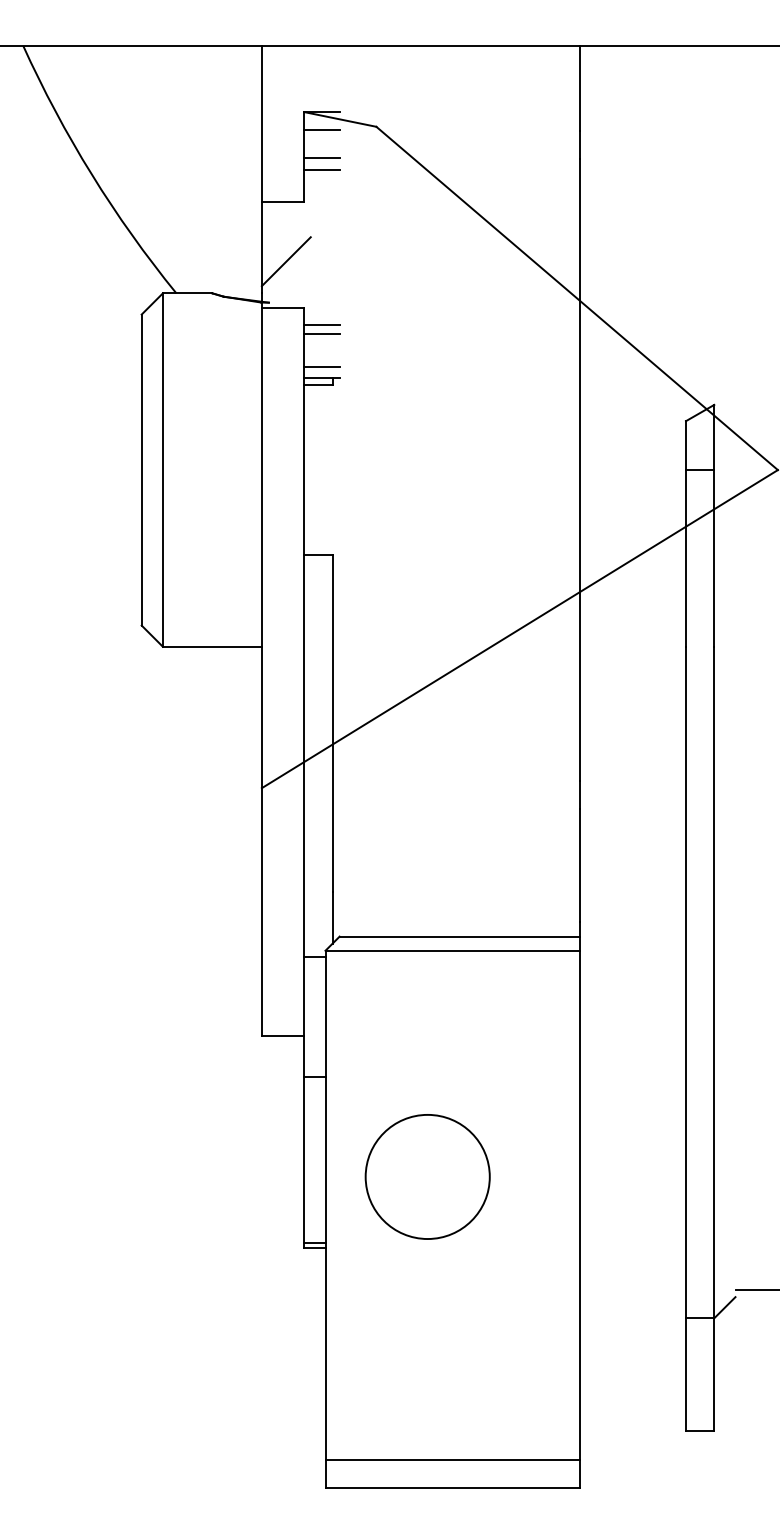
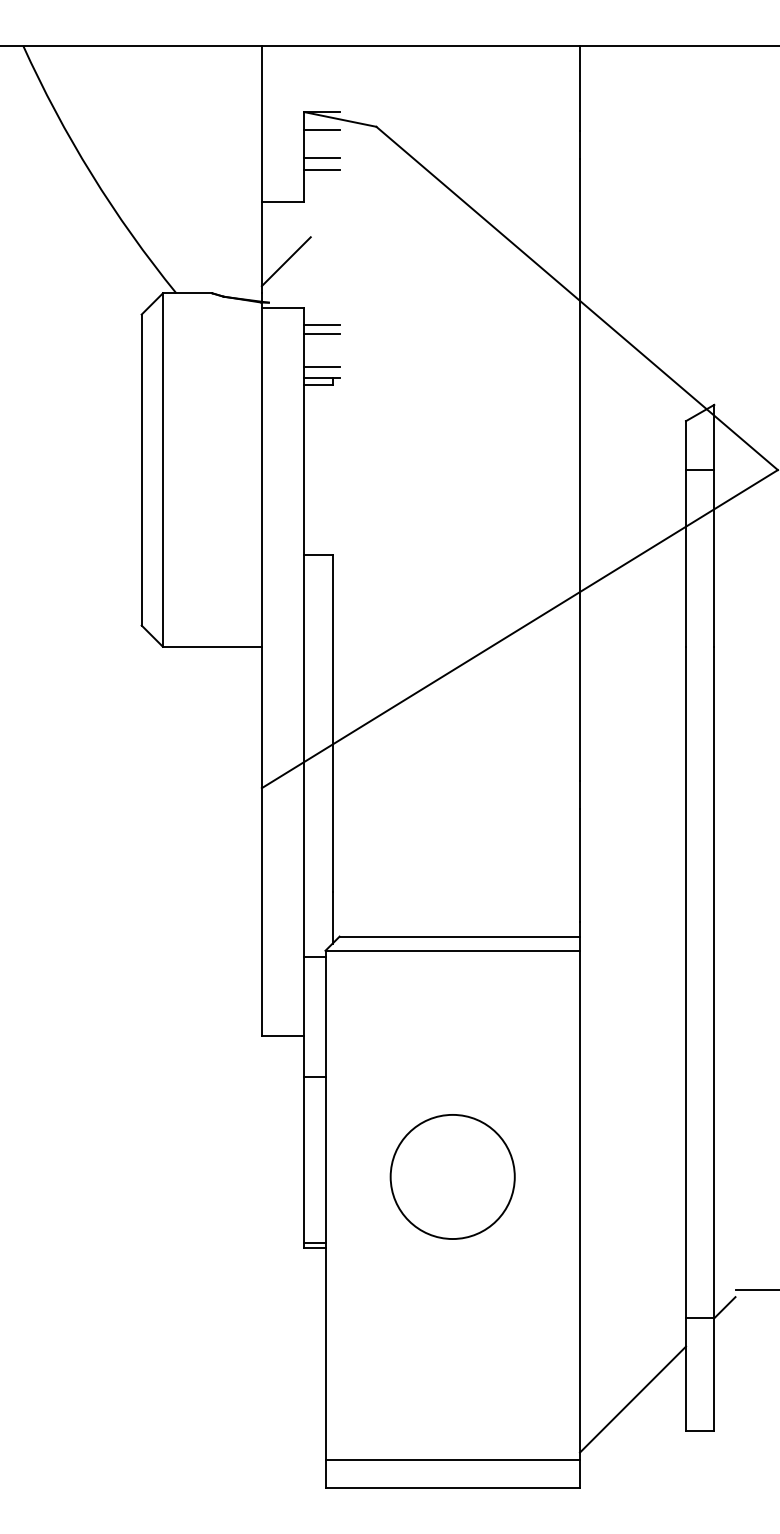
circle at (427, 1176) position: (427, 1176) -> (452, 1176)
line at (632, 1399): none -> present
